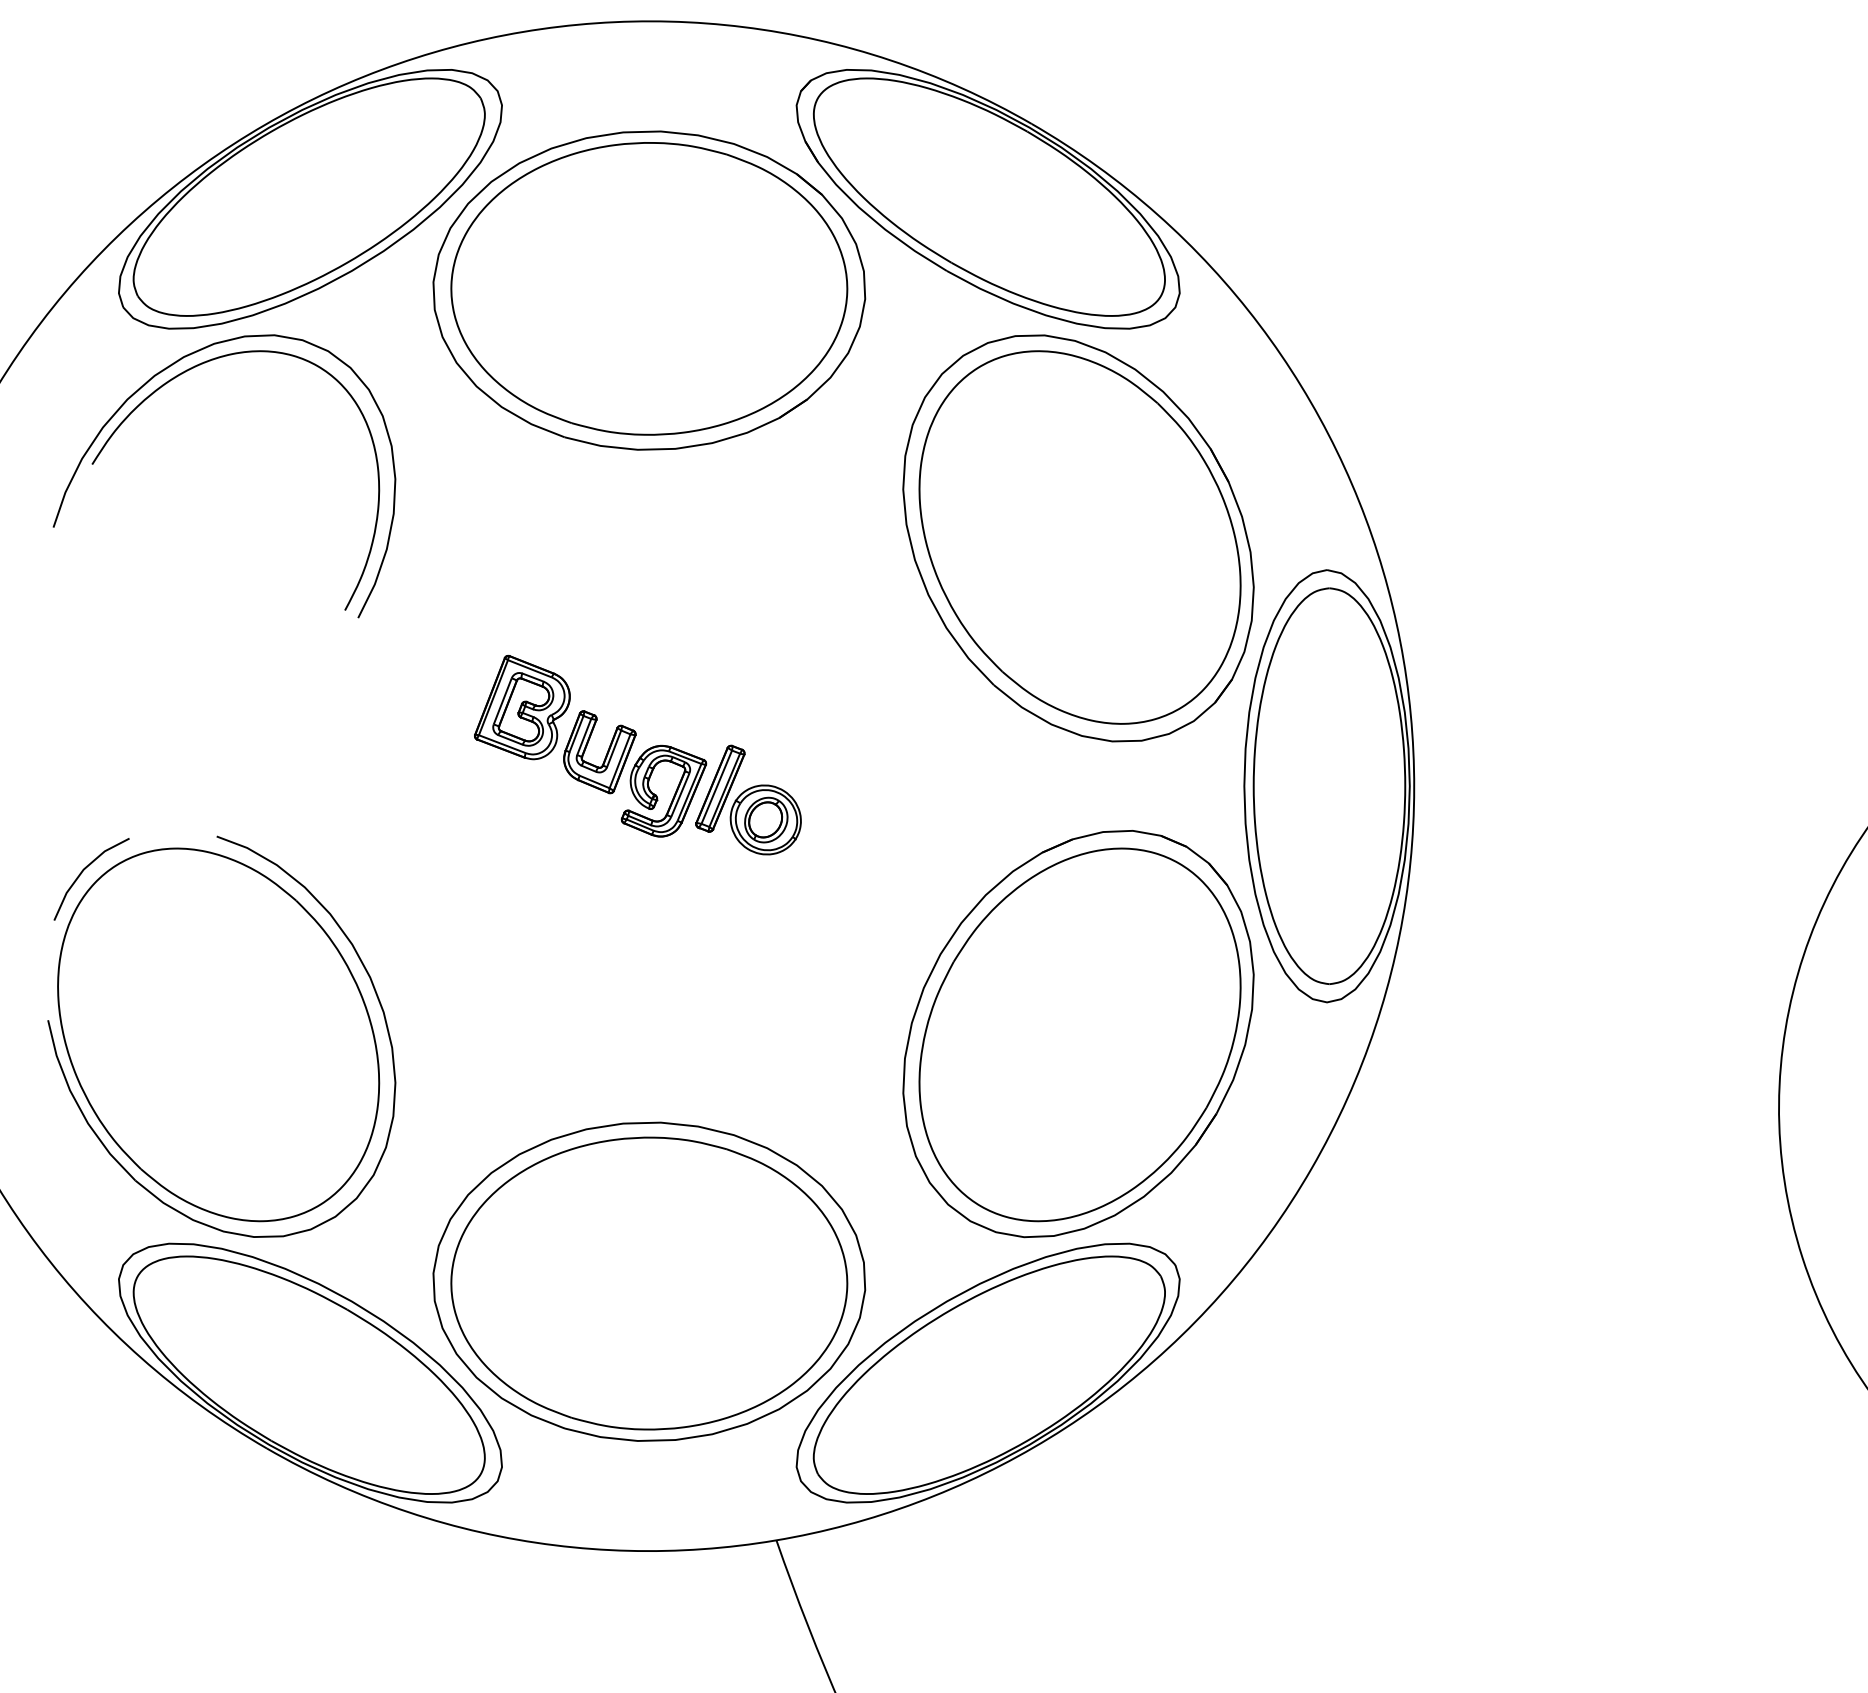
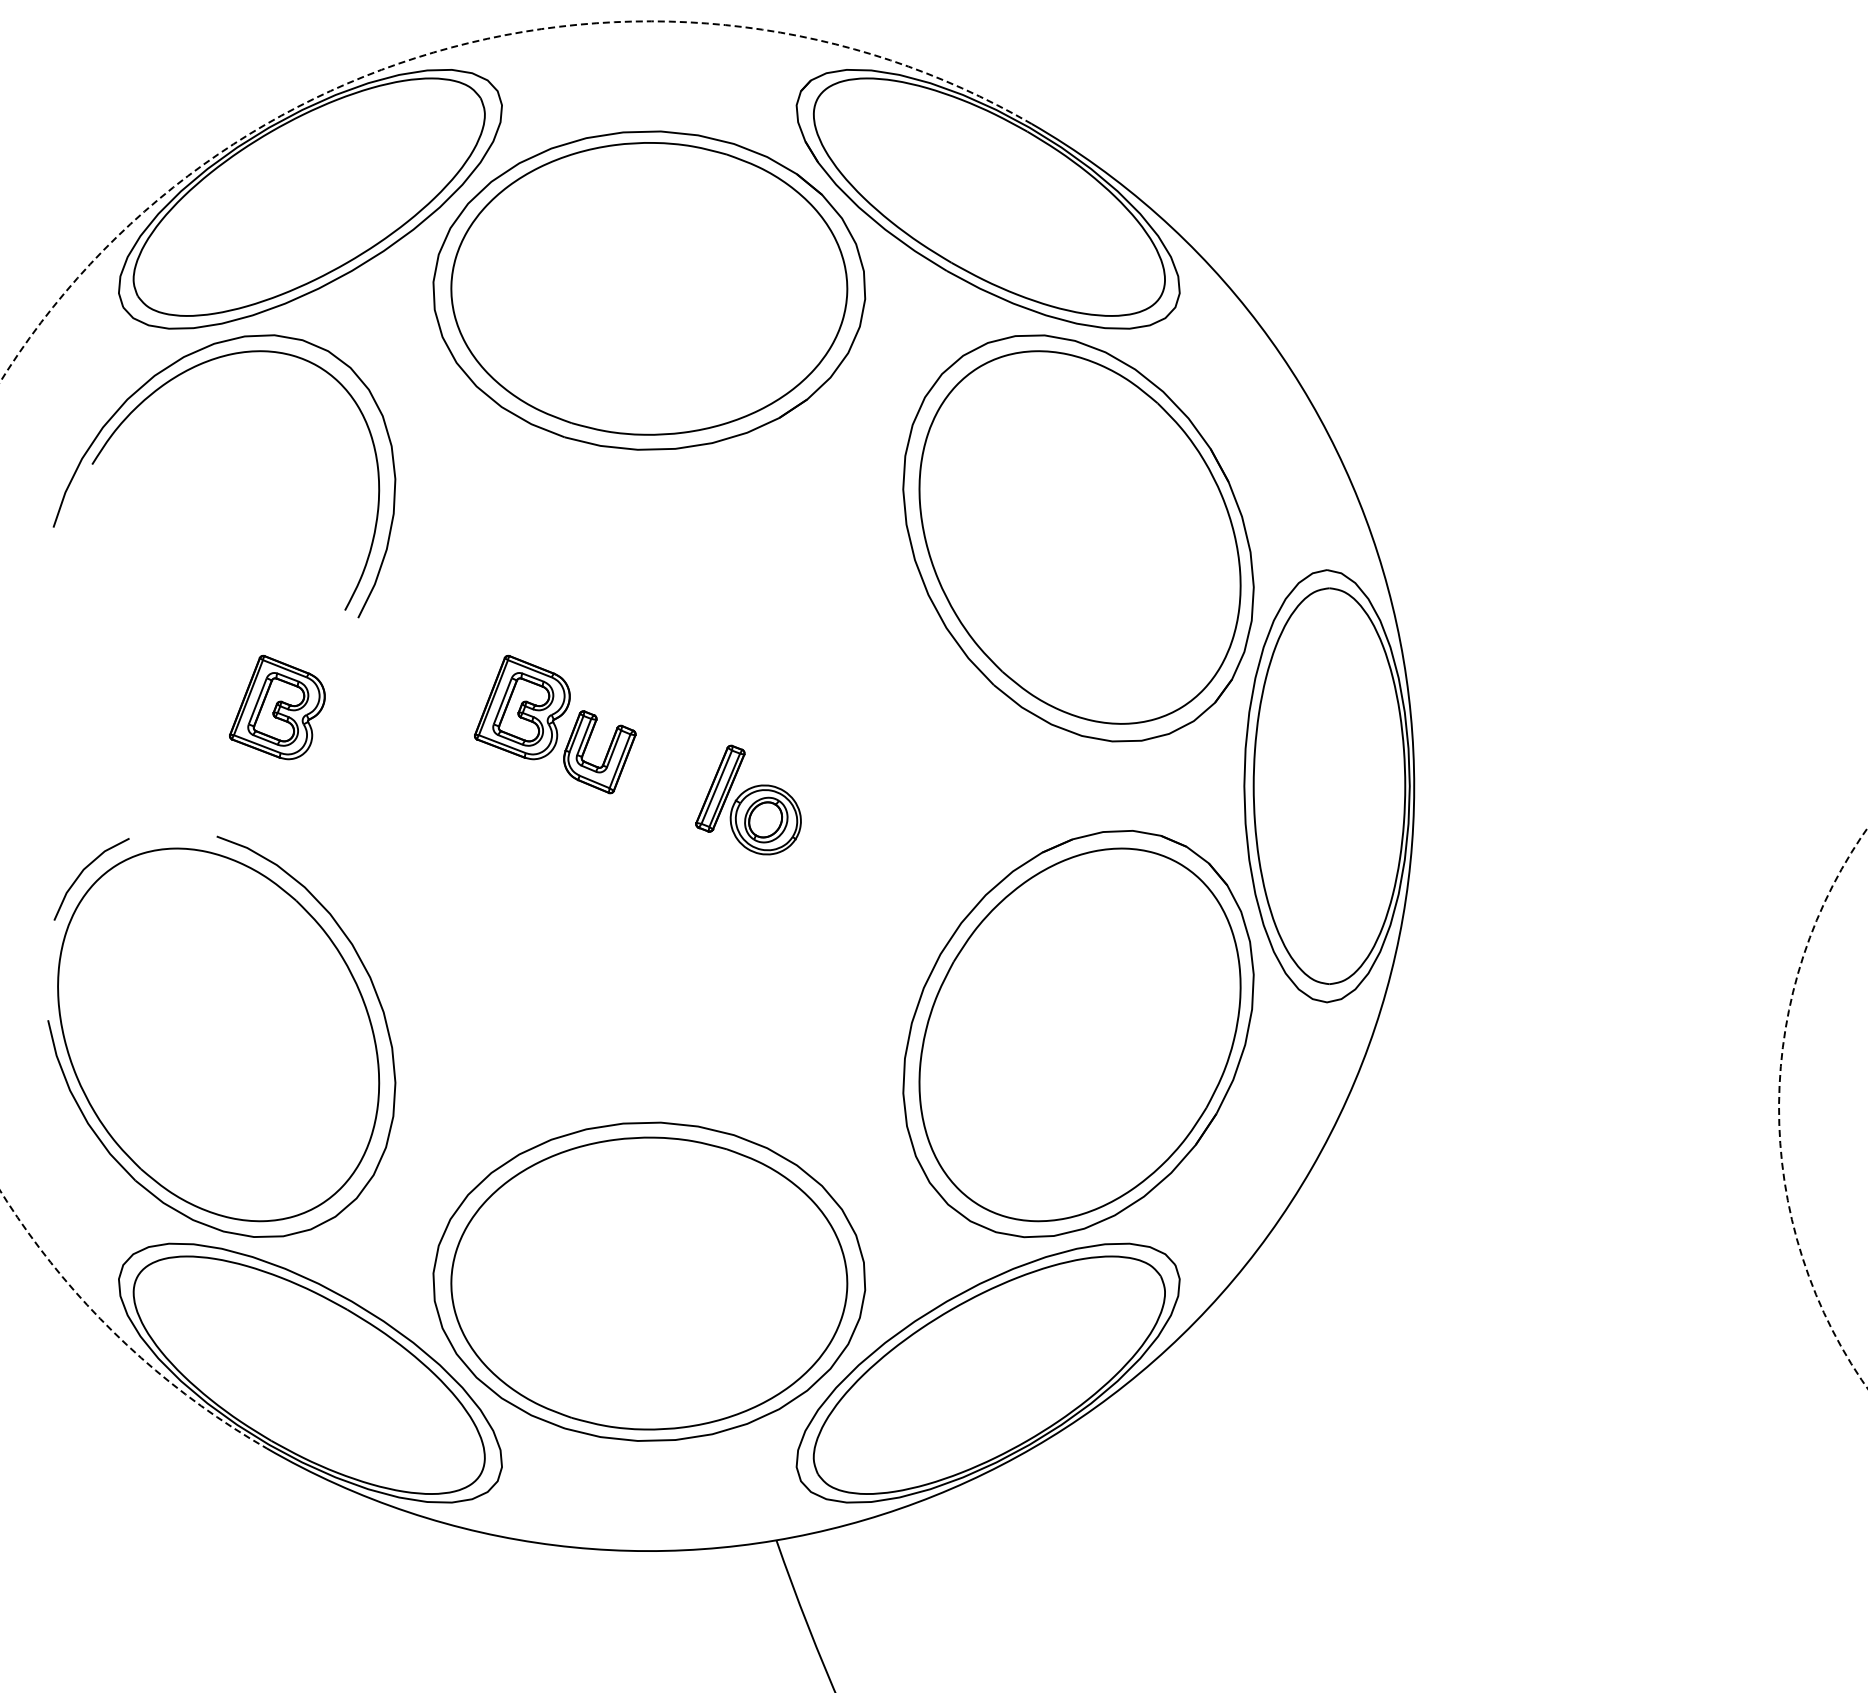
arc at (290, 110): solid -> dashed
part at (277, 707): none -> present
part at (656, 794): present -> none
arc at (1779, 1110): solid -> dashed
